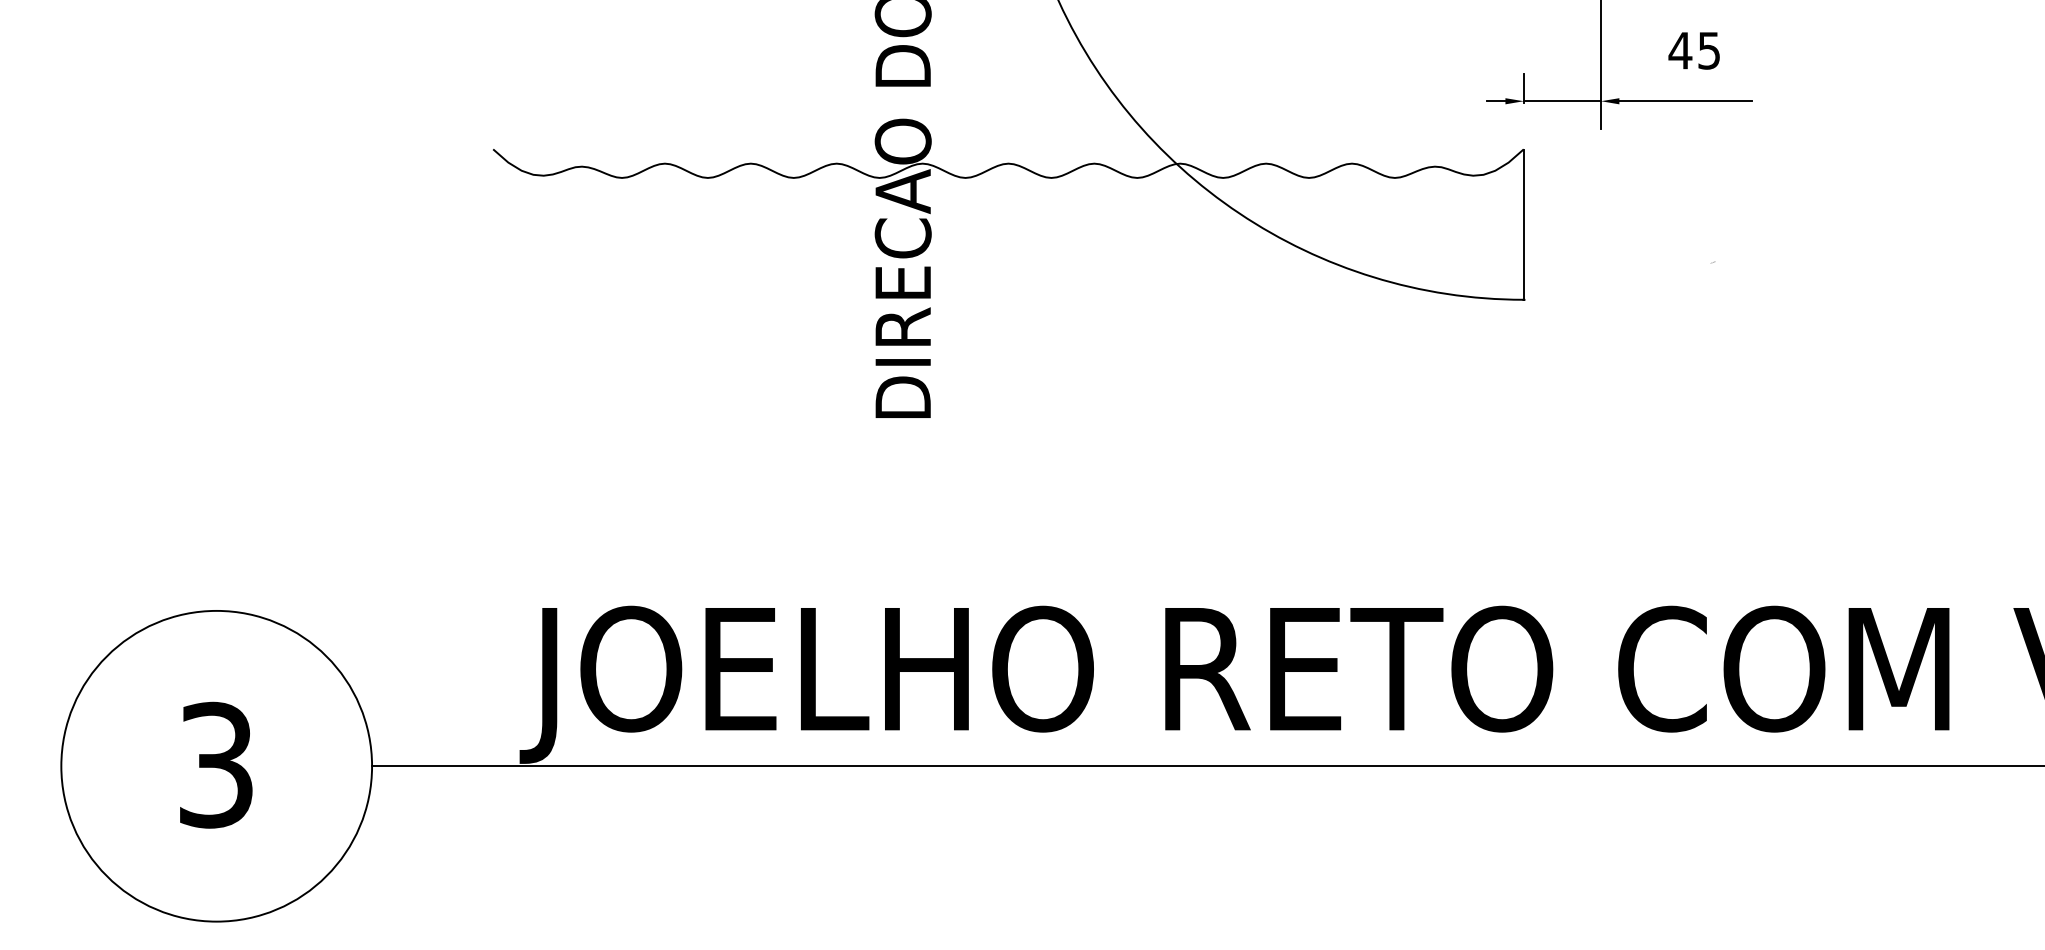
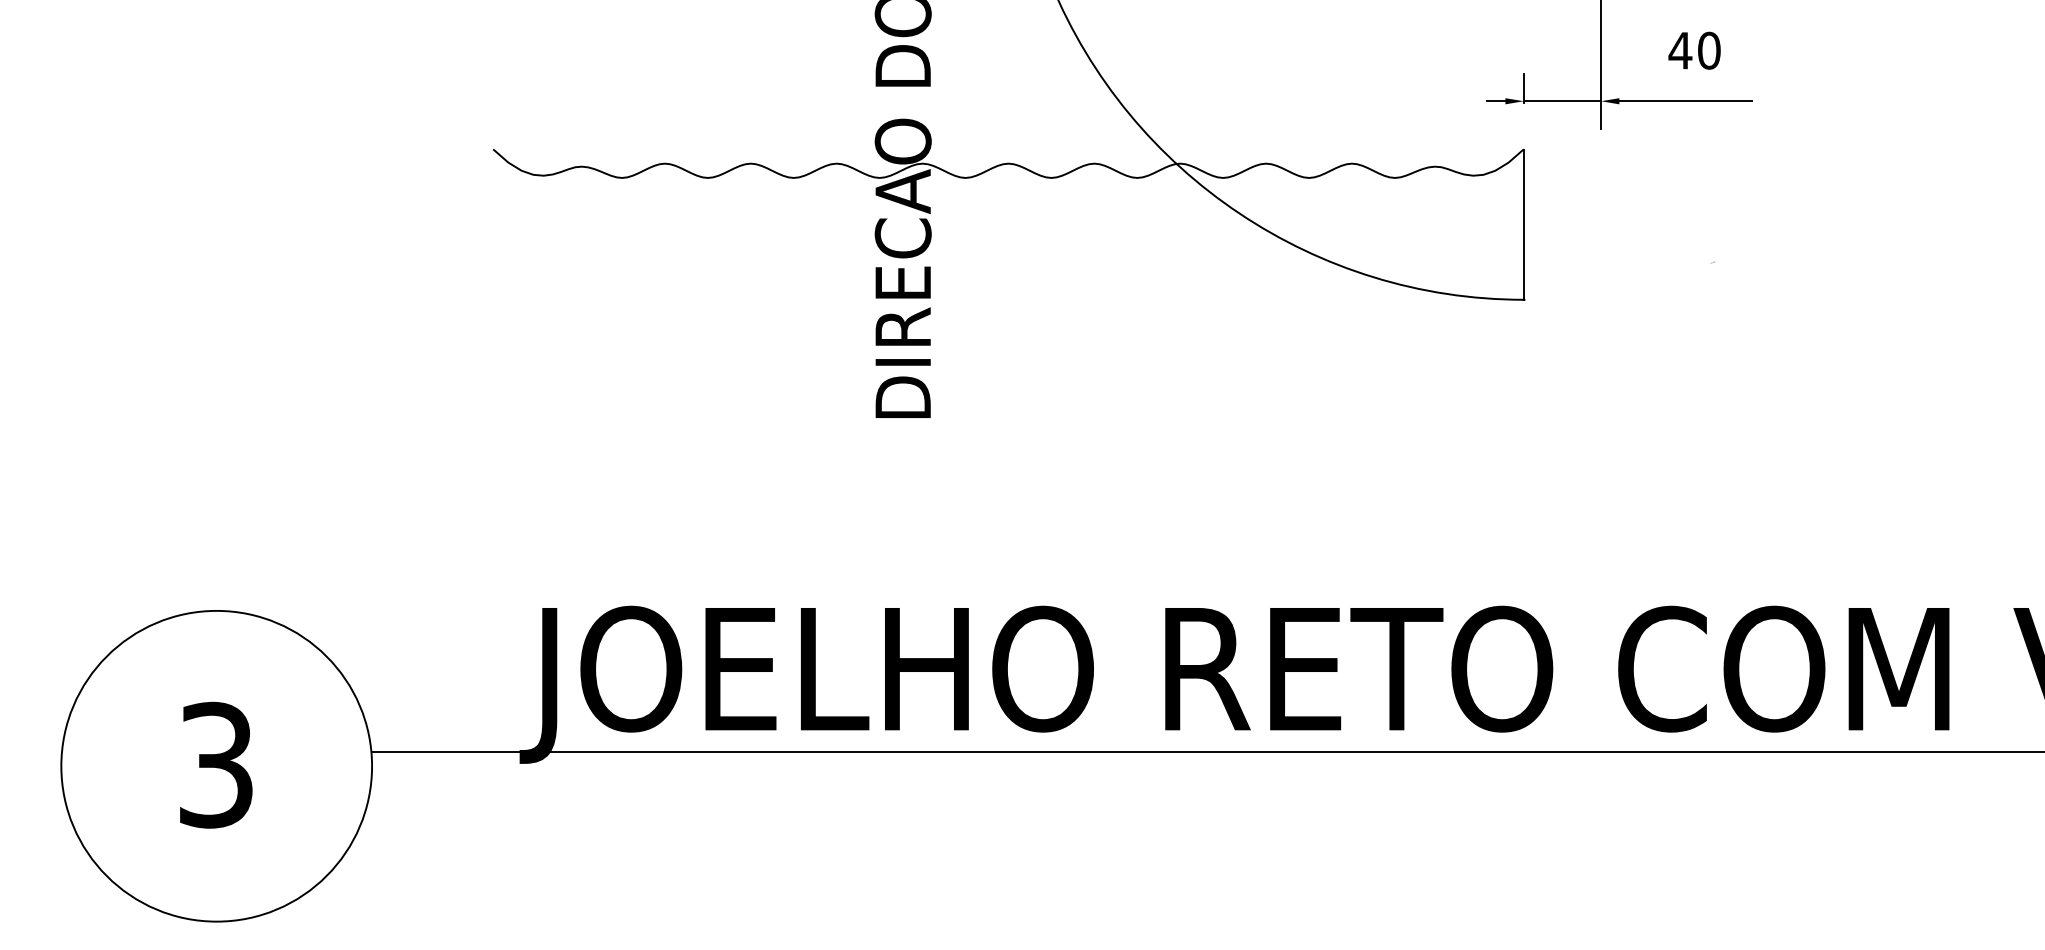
text at (1709, 50): 45 -> 40
line at (1206, 766) position: (1206, 766) -> (1206, 752)
